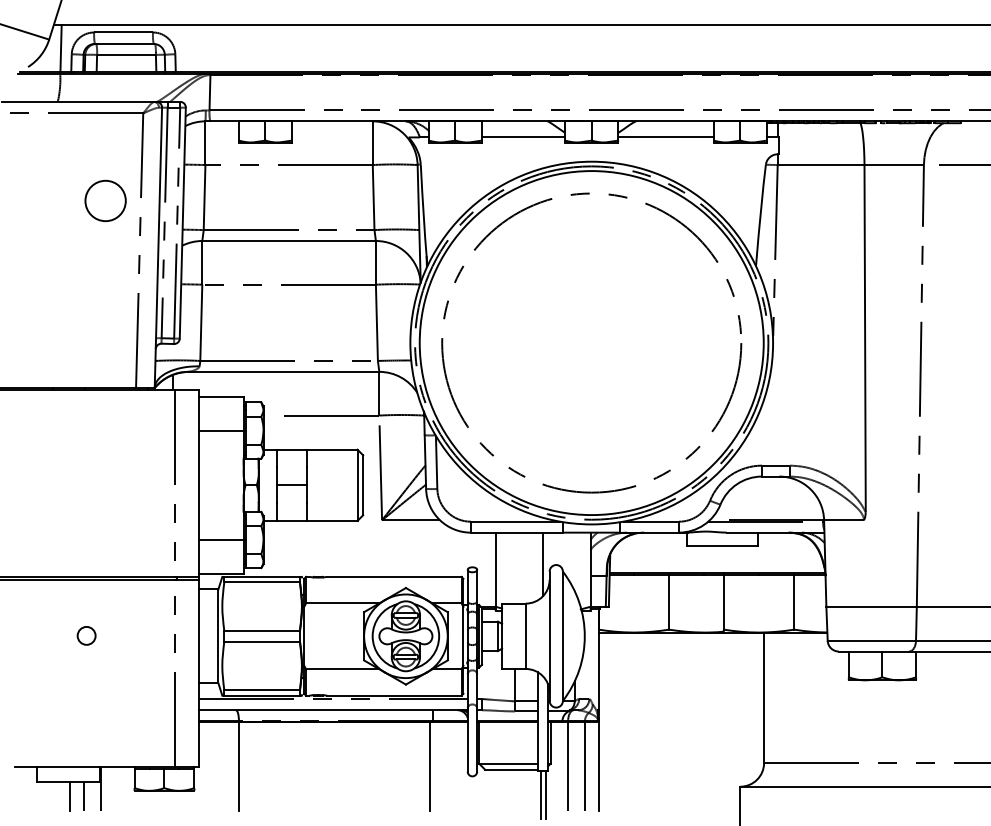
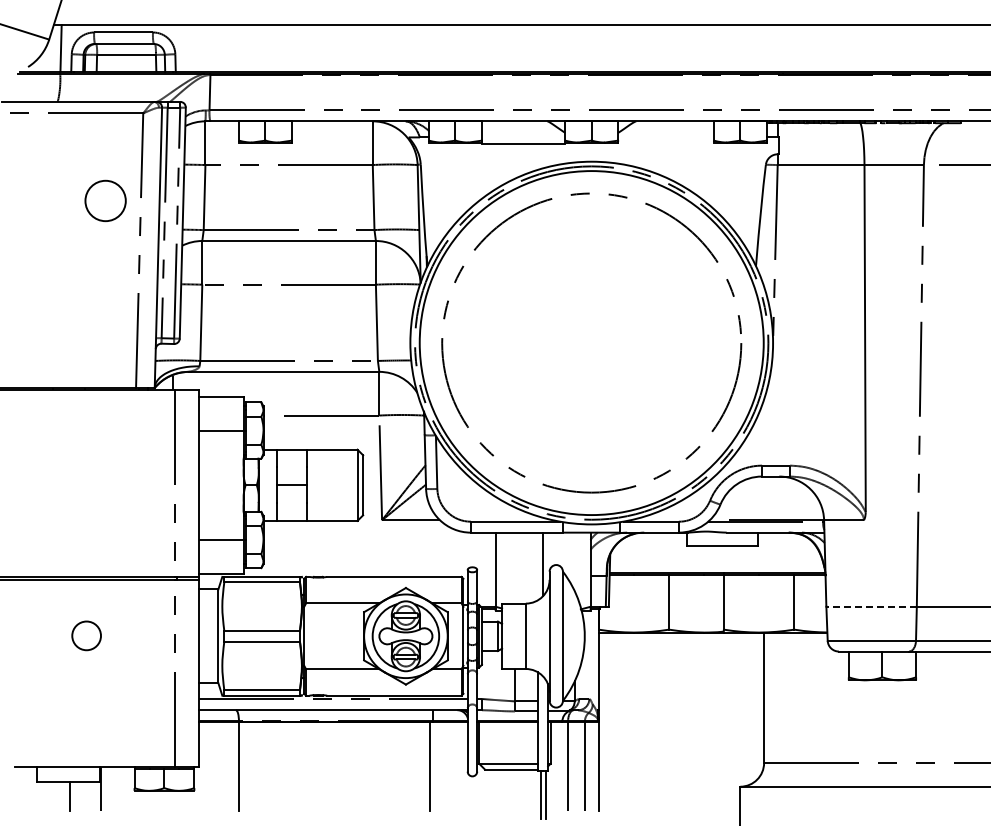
line at (523, 137) position: (523, 137) -> (523, 144)
line at (665, 137): present -> none
line at (871, 606): solid -> dashed
circle at (86, 635) diameter: 18 px -> 29 px
line at (84, 796): present -> none
